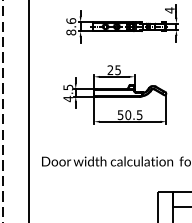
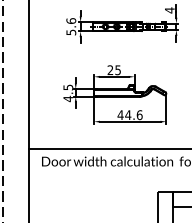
text at (71, 32): 8.6 -> 5.6
text at (129, 115): 50.5 -> 44.6
line at (108, 148): none -> present
